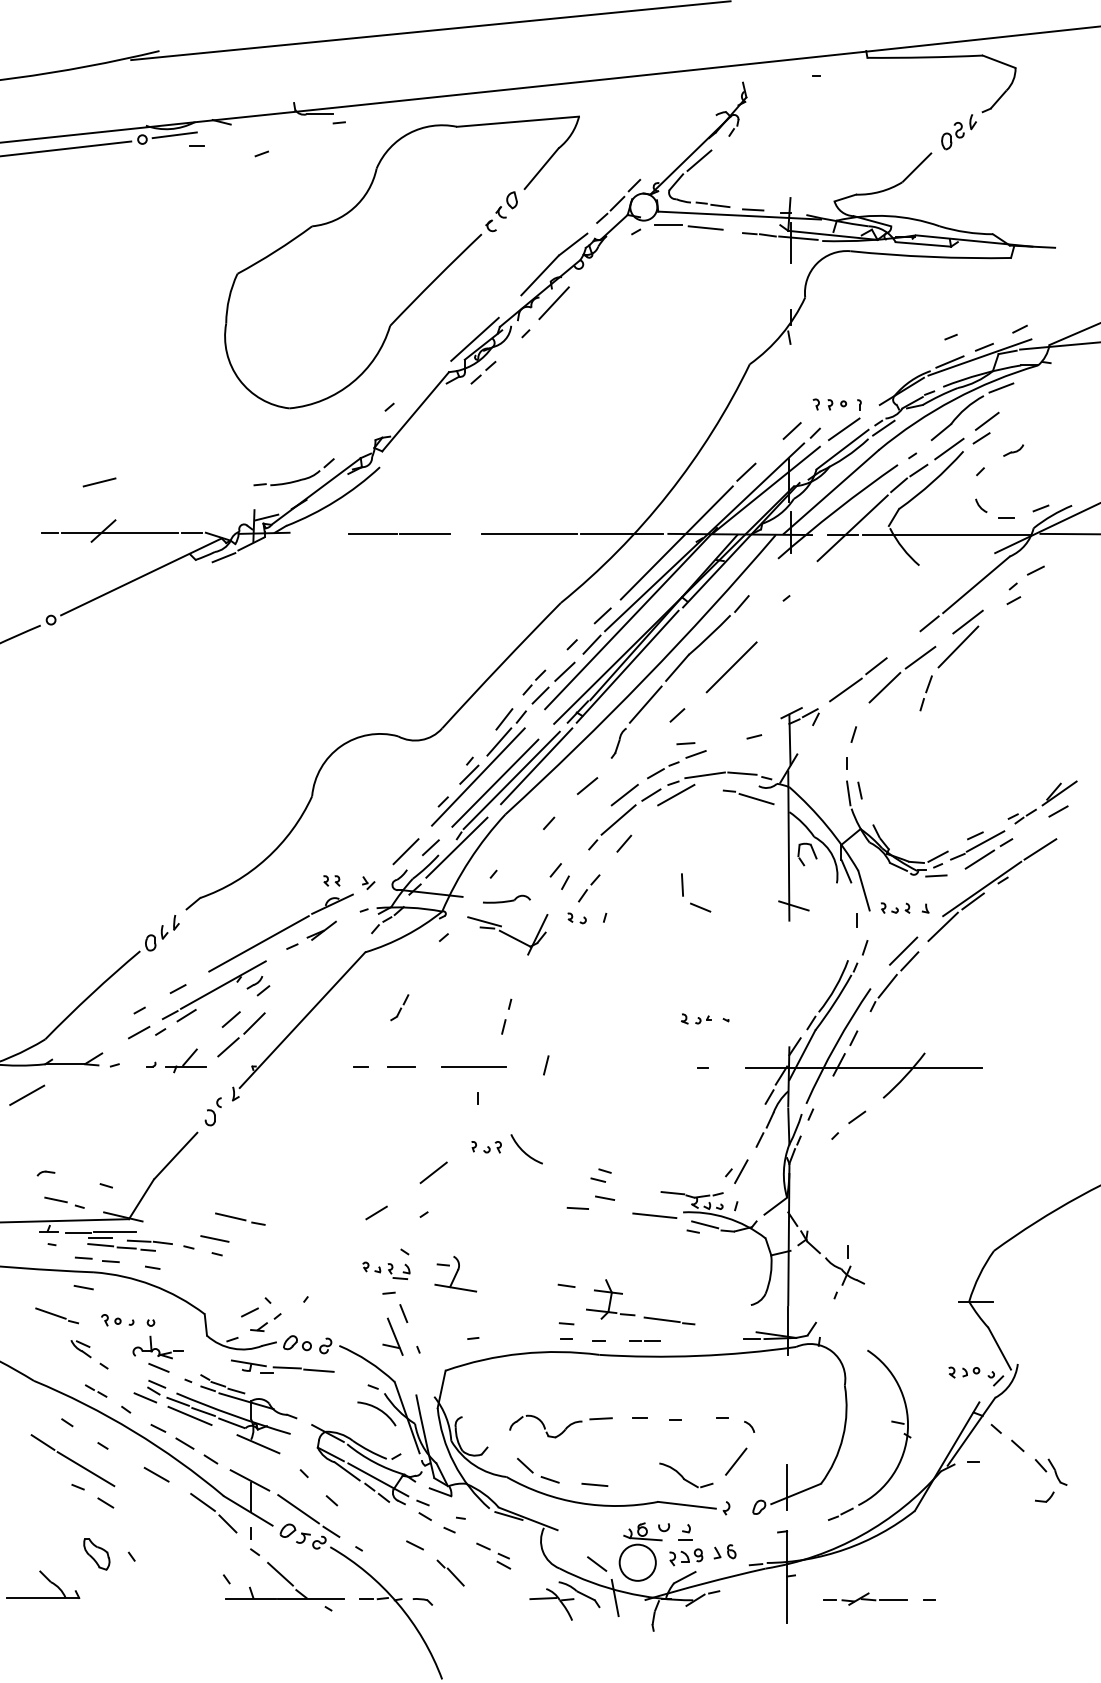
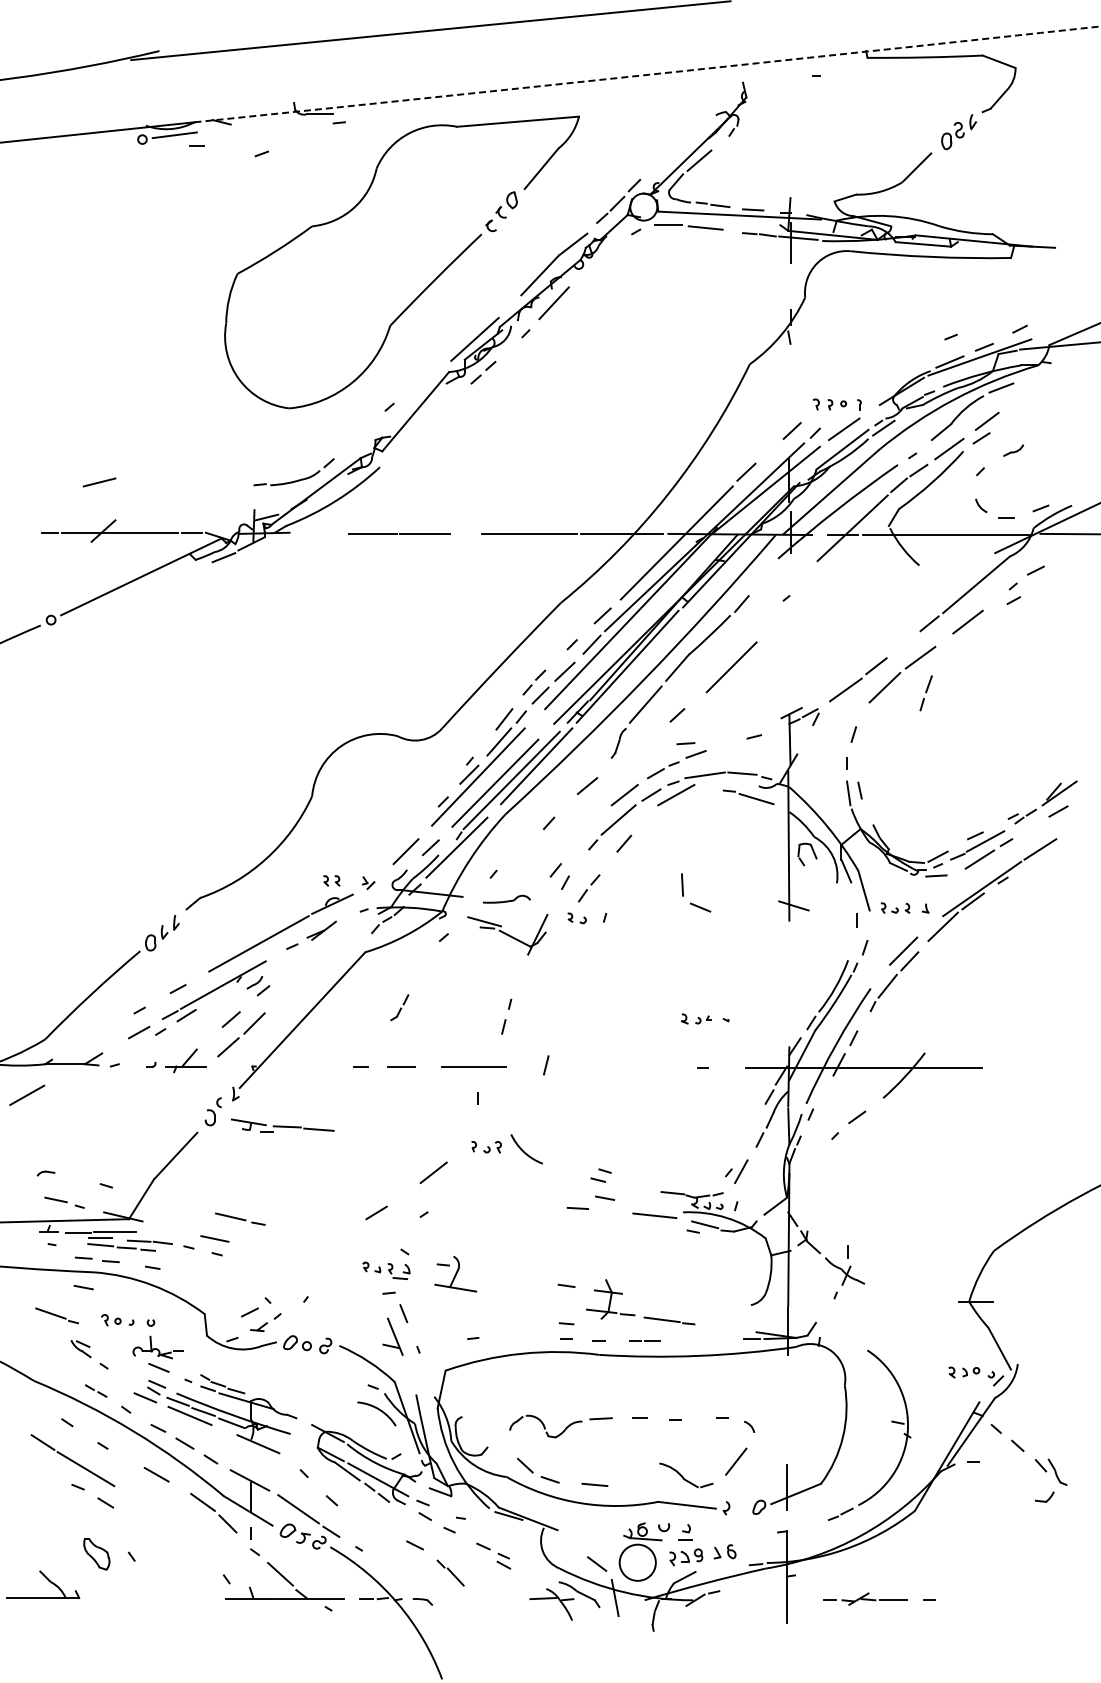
arc at (648, 74): solid -> dashed
line at (66, 148): present -> none
line at (958, 646): present -> none
part at (282, 1366) position: (282, 1366) -> (282, 1125)
